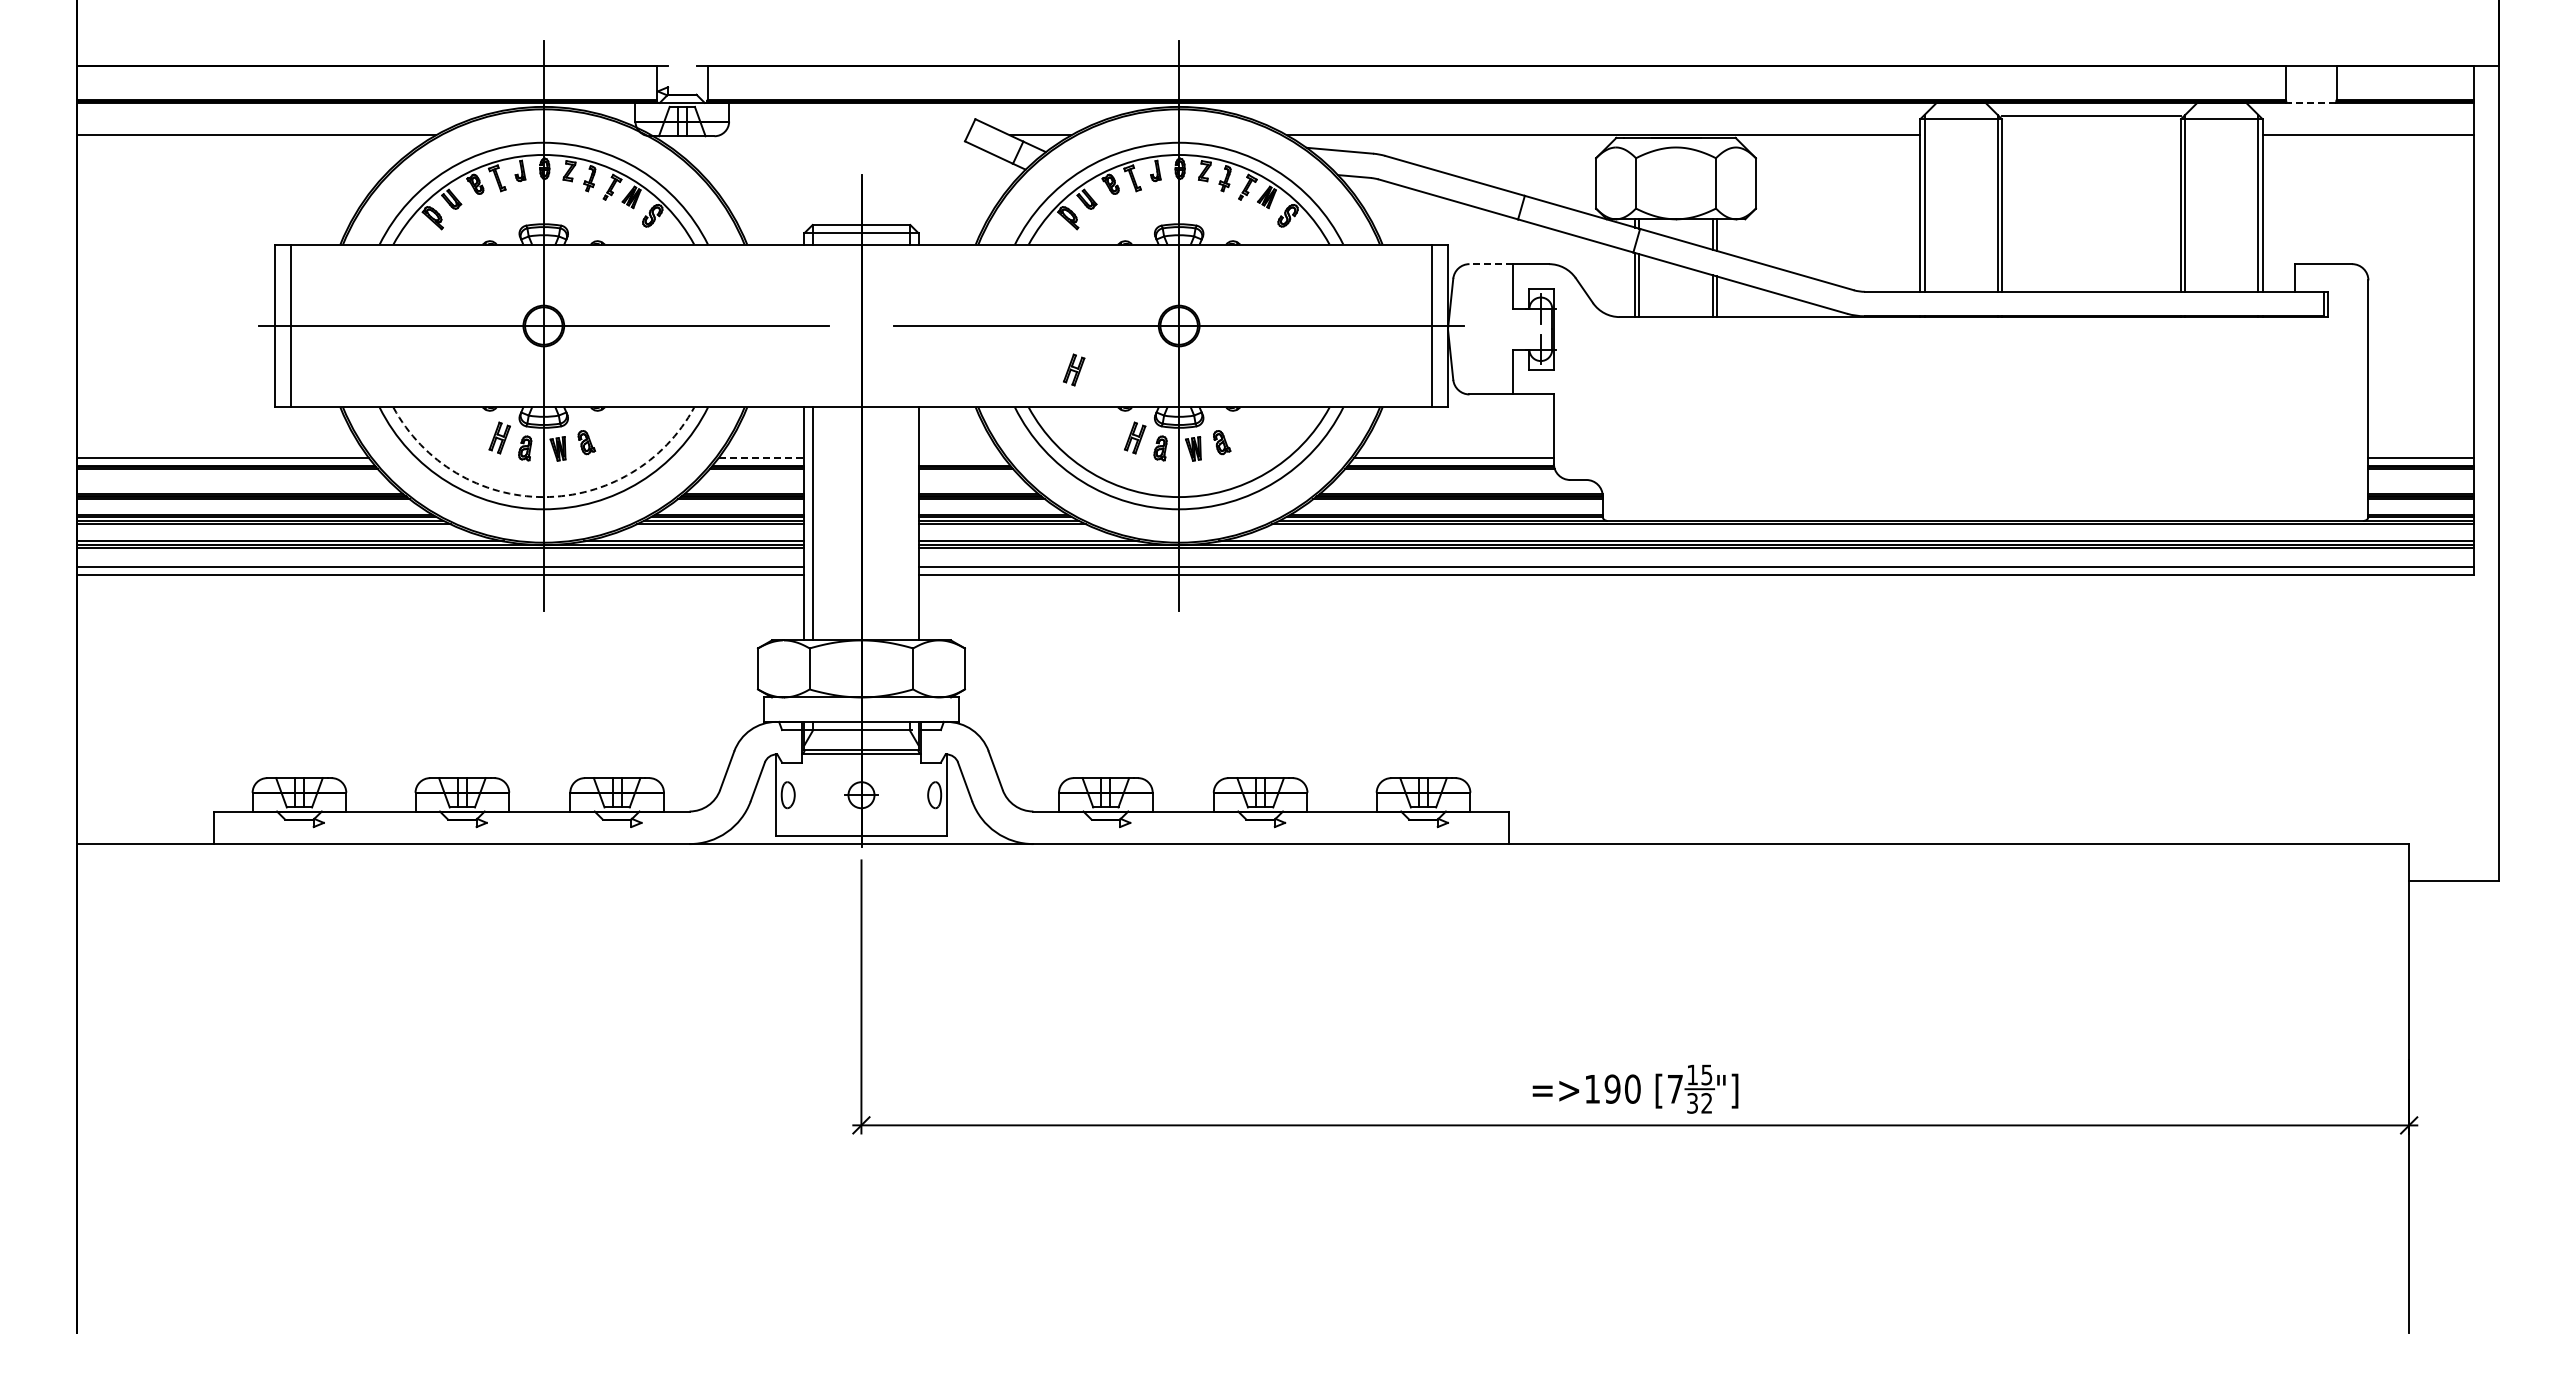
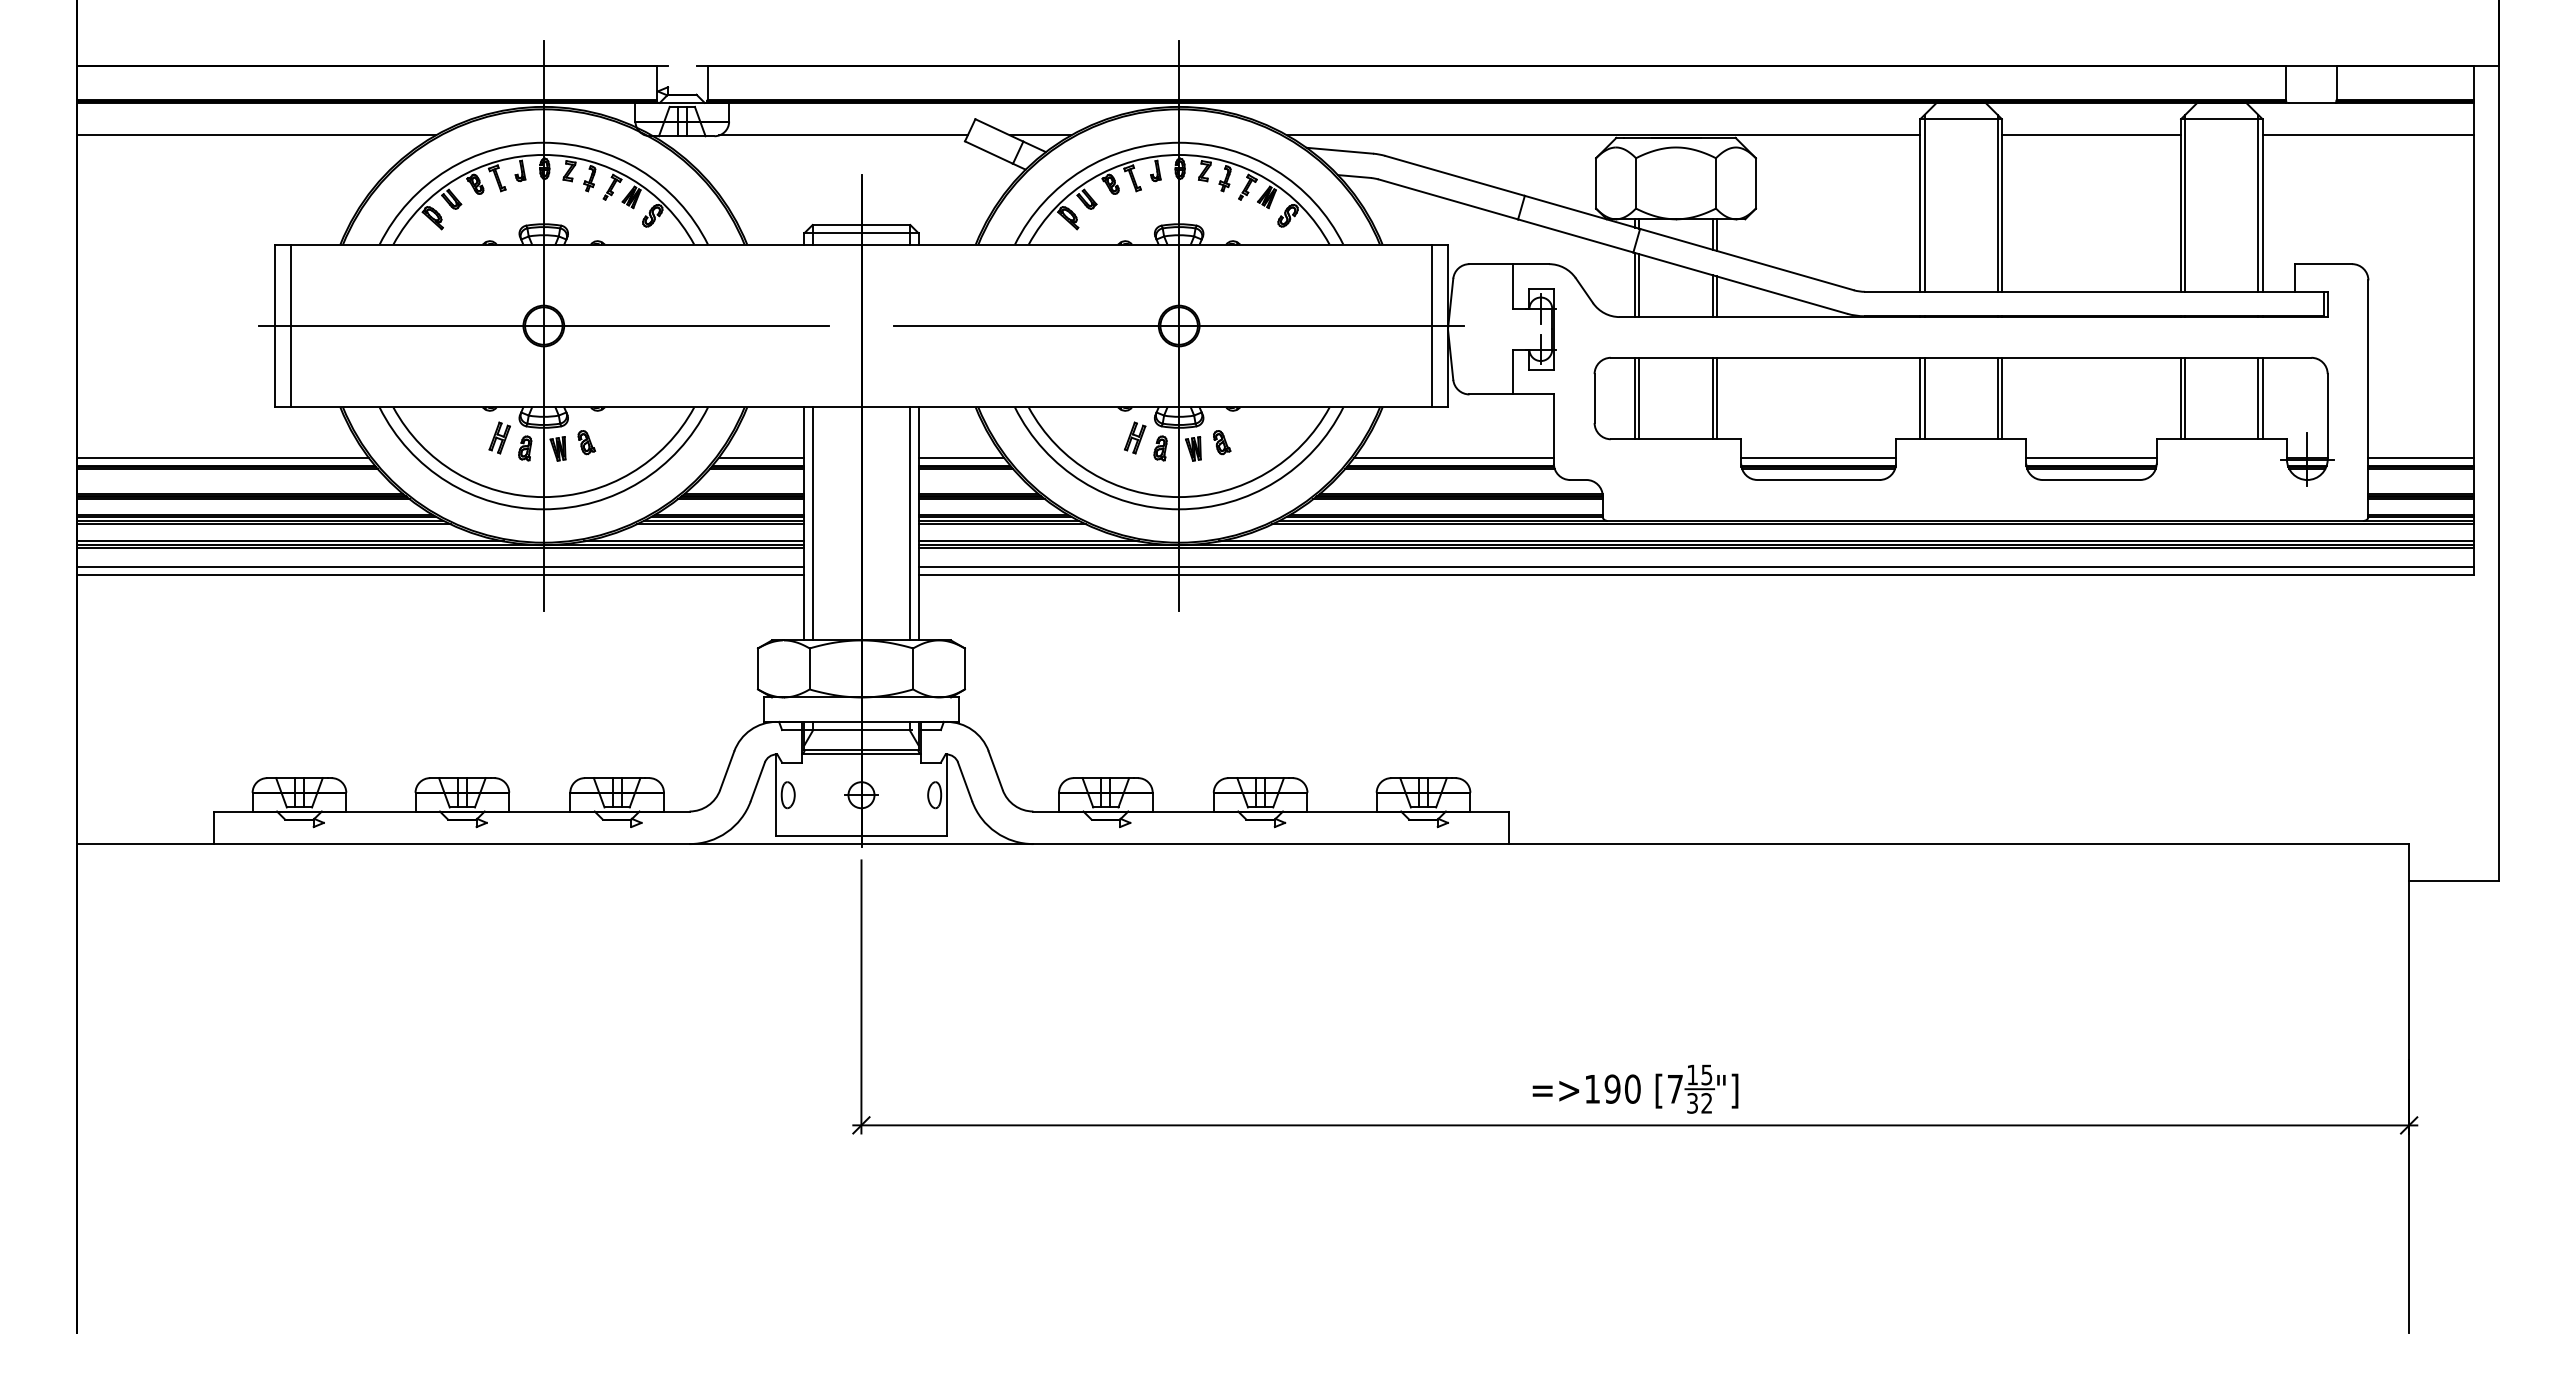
line at (2312, 102): dashed -> solid
line at (2091, 116) position: (2091, 116) -> (2091, 135)
line at (843, 135): none -> present
line at (1491, 264): dashed -> solid
part at (1074, 369): present -> none
part at (1963, 421): none -> present
line at (761, 457): dashed -> solid
line at (960, 457): none -> present
arc at (543, 497): dashed -> solid
line at (909, 523): none -> present
